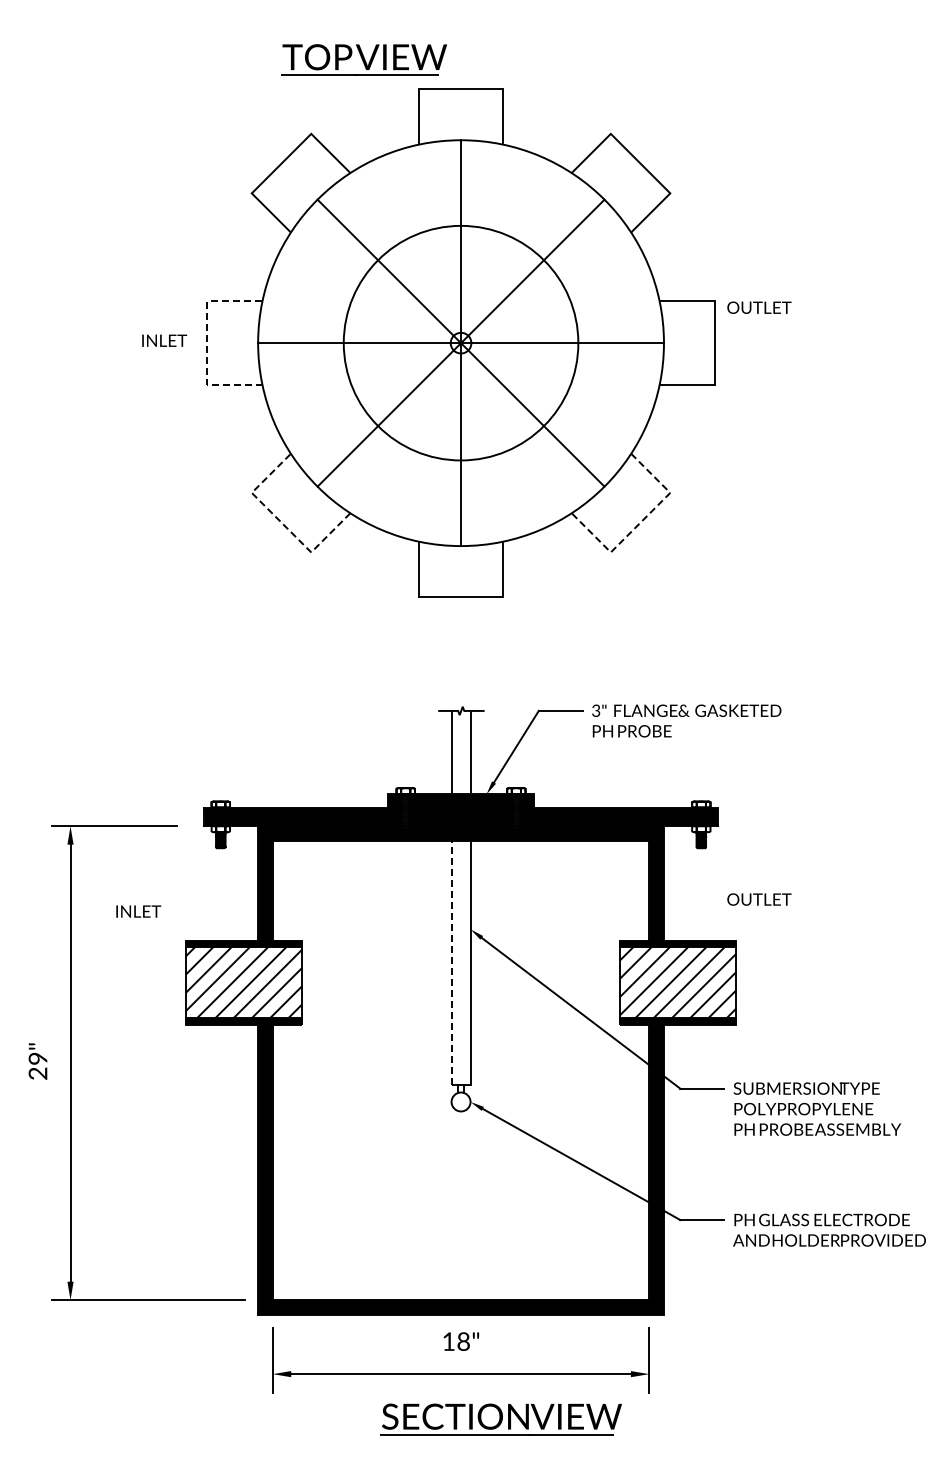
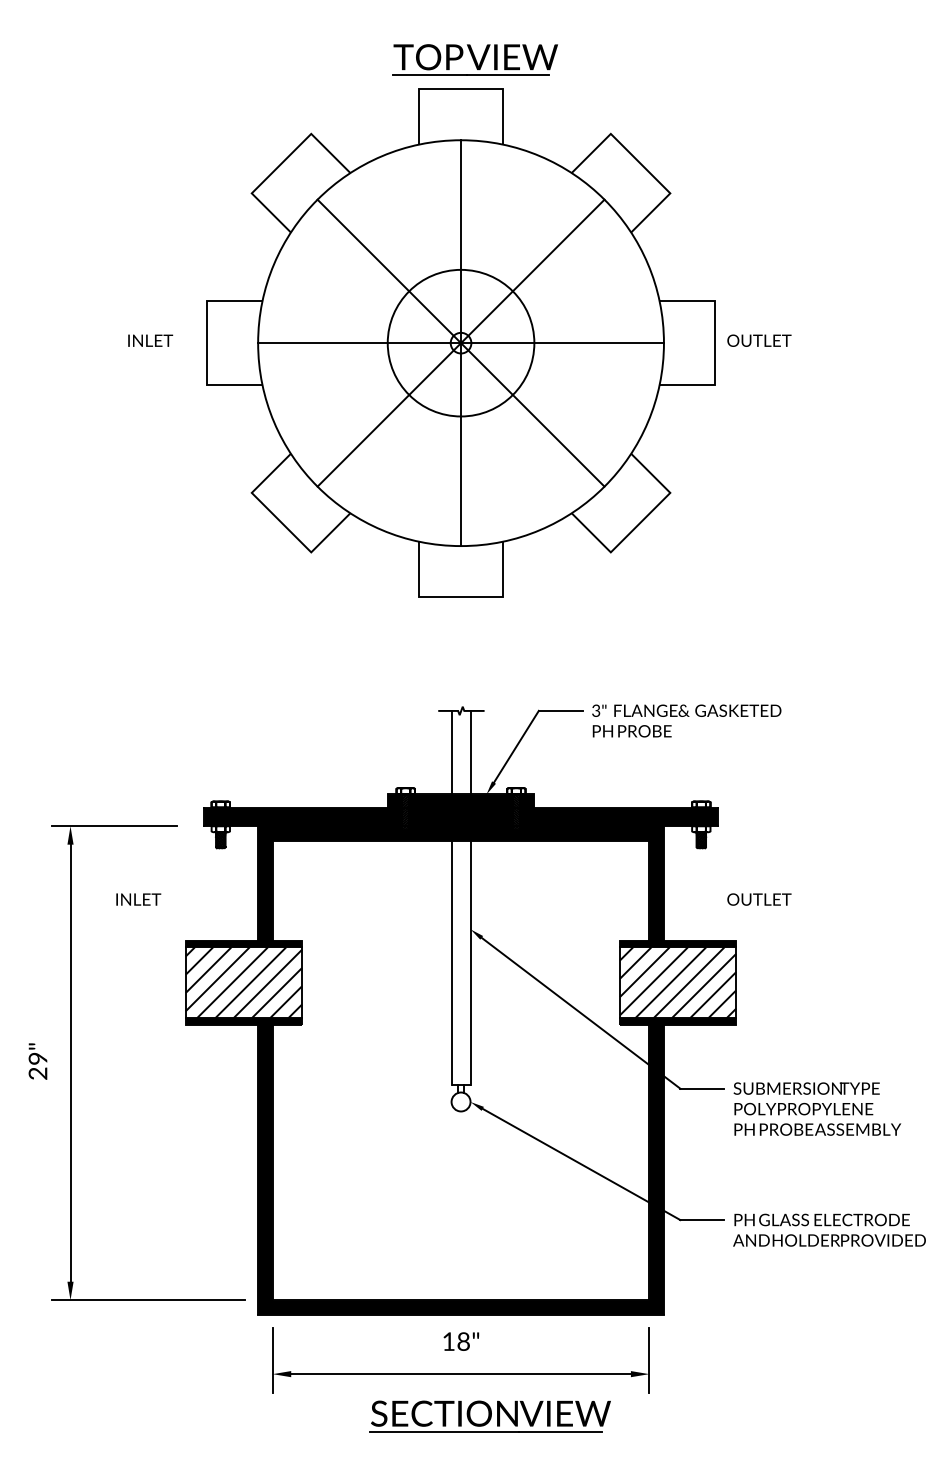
part at (363, 59) position: (363, 59) -> (474, 59)
text at (759, 307) position: (759, 307) -> (759, 340)
text at (164, 340) position: (164, 340) -> (150, 340)
line at (207, 342): dashed -> solid
circle at (460, 342) diameter: 235 px -> 147 px
line at (281, 522): dashed -> solid
line at (640, 523): dashed -> solid
text at (138, 911) position: (138, 911) -> (138, 899)
line at (451, 962): dashed -> solid
part at (500, 1419) position: (500, 1419) -> (489, 1416)
